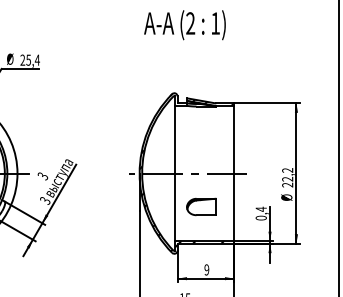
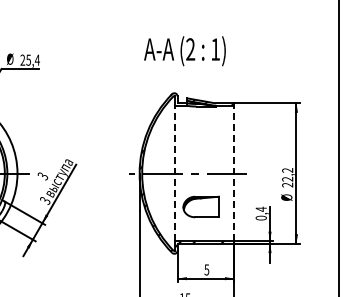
text at (184, 25) position: (184, 25) -> (184, 51)
line at (175, 173): solid -> dashed
line at (234, 173): solid -> dashed
part at (201, 206) size: 31x20 px -> 38x24 px
text at (206, 269): 9 -> 5
